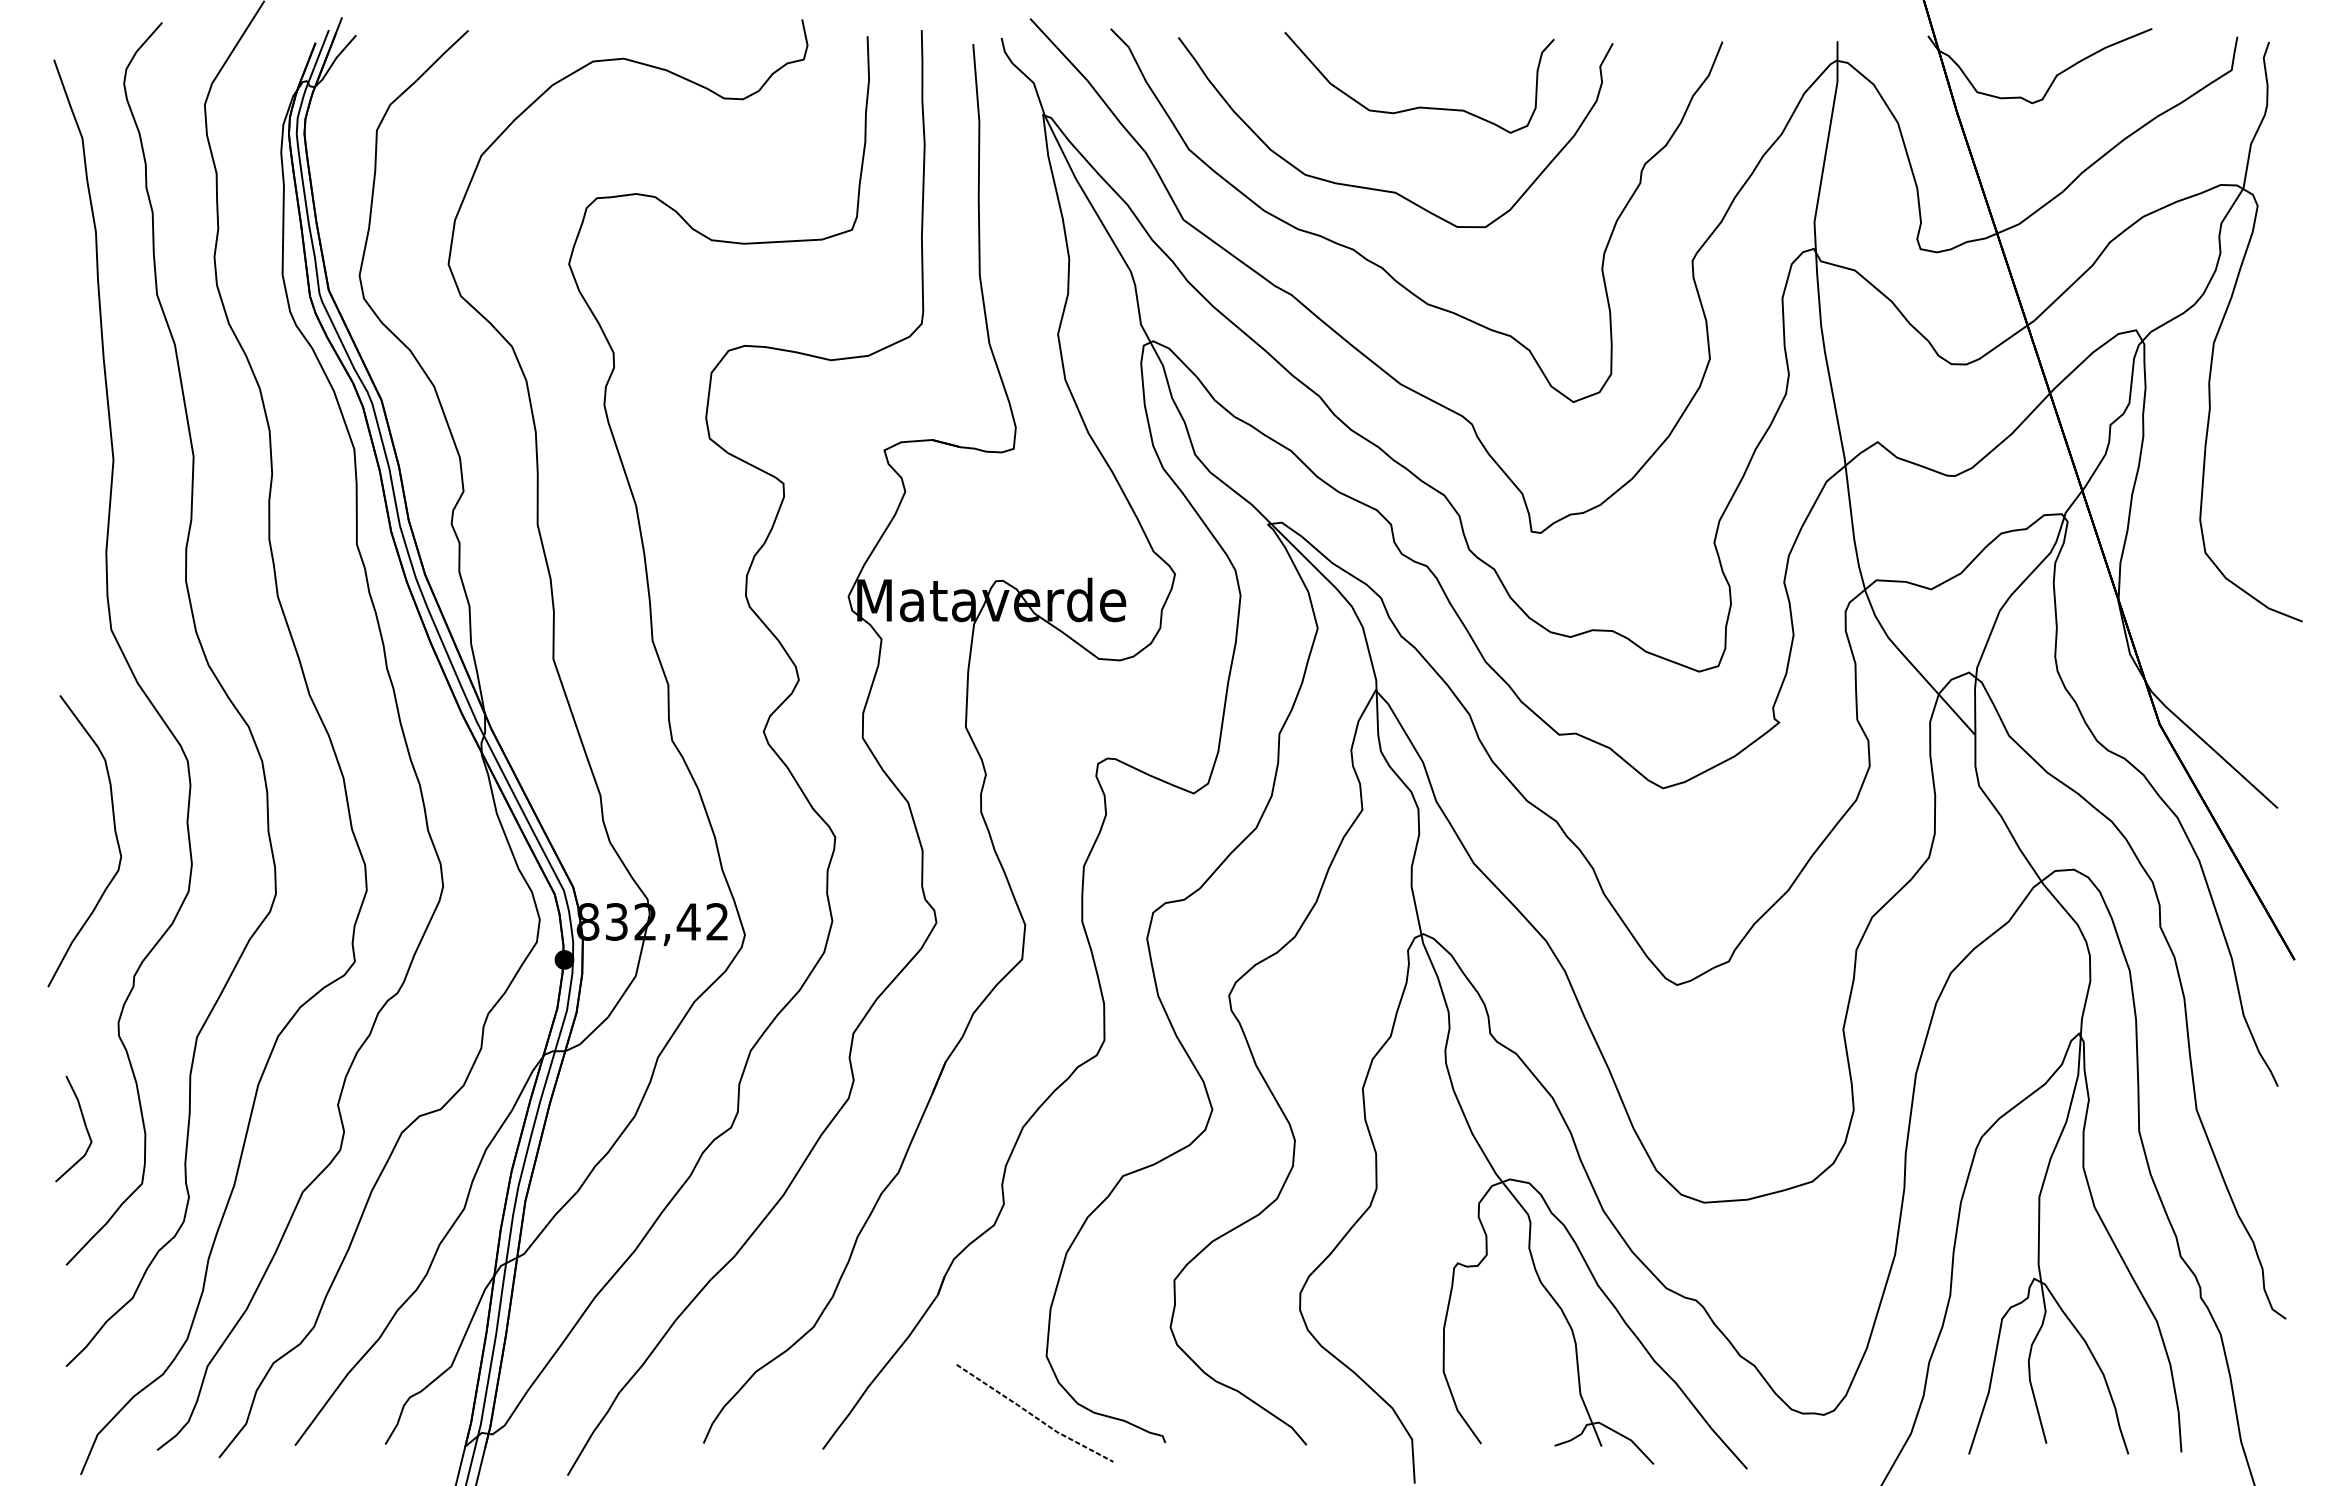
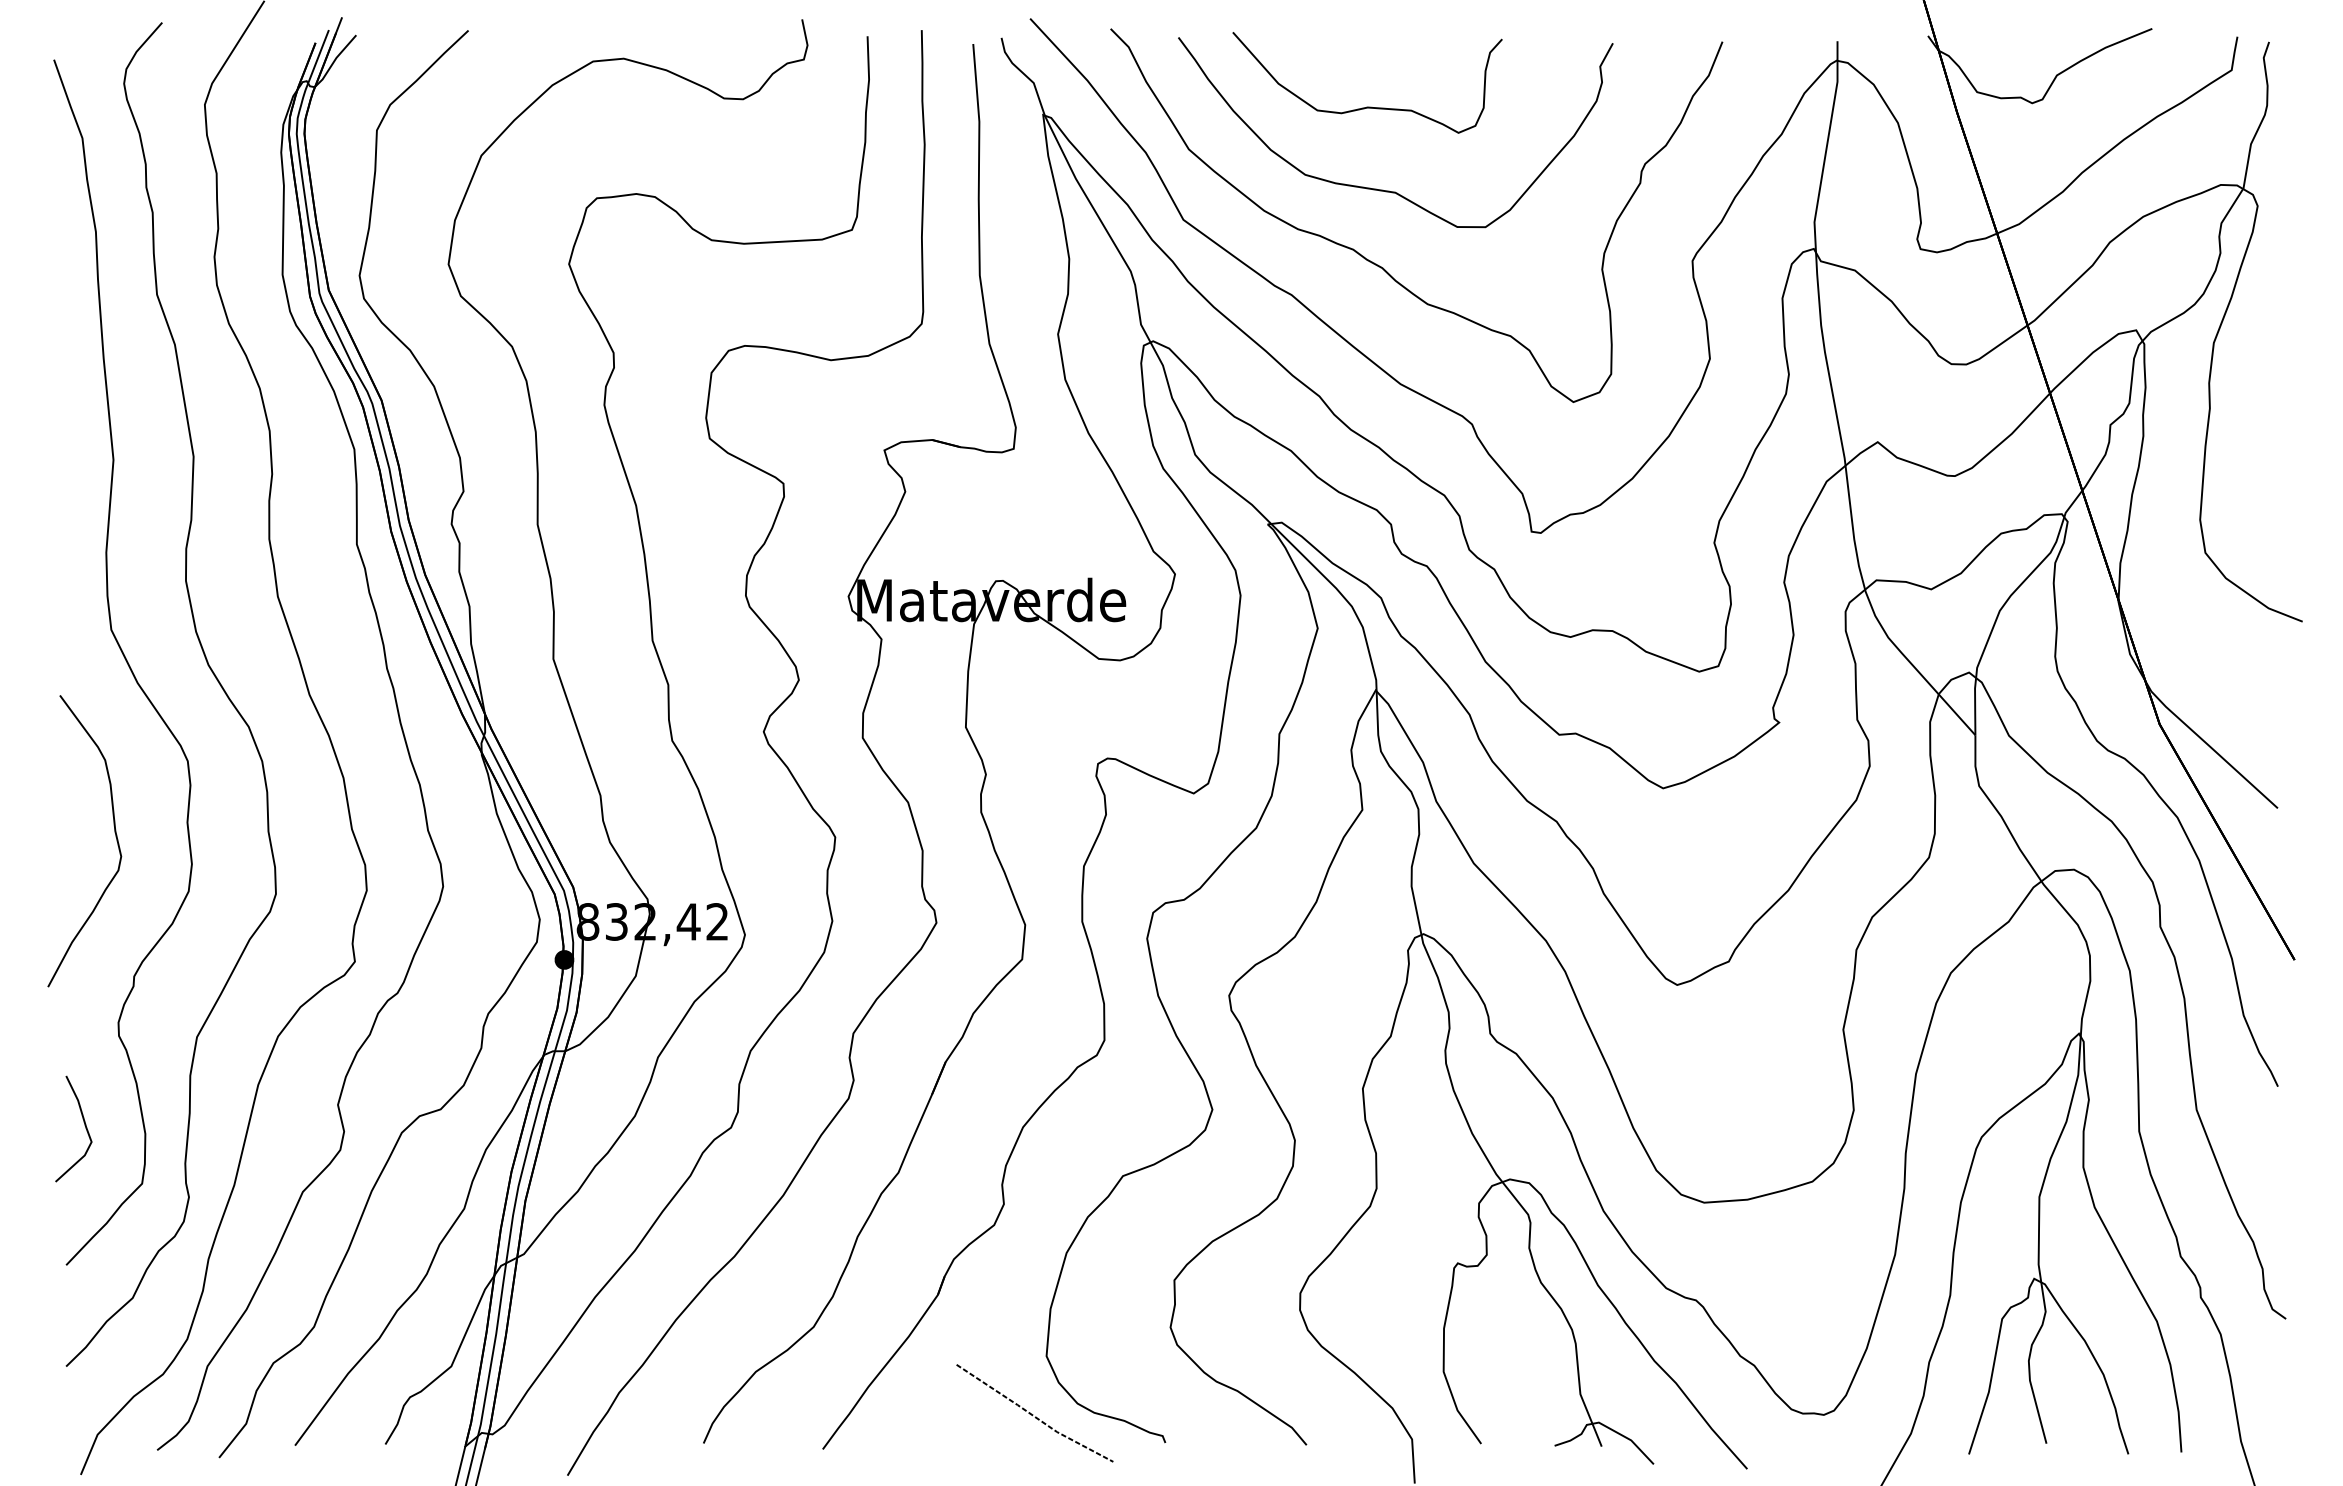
part at (1419, 106) position: (1419, 106) -> (1367, 106)
